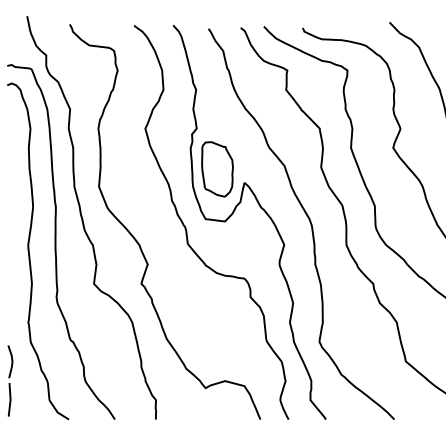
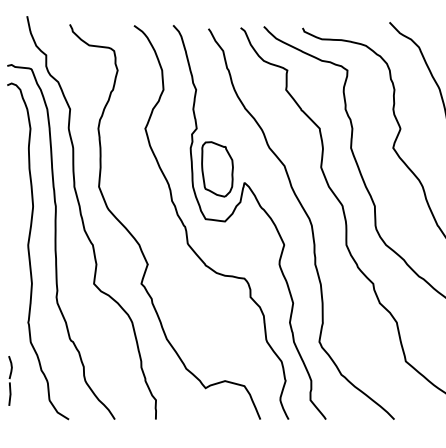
part at (10, 380) size: 7x72 px -> 5x50 px
